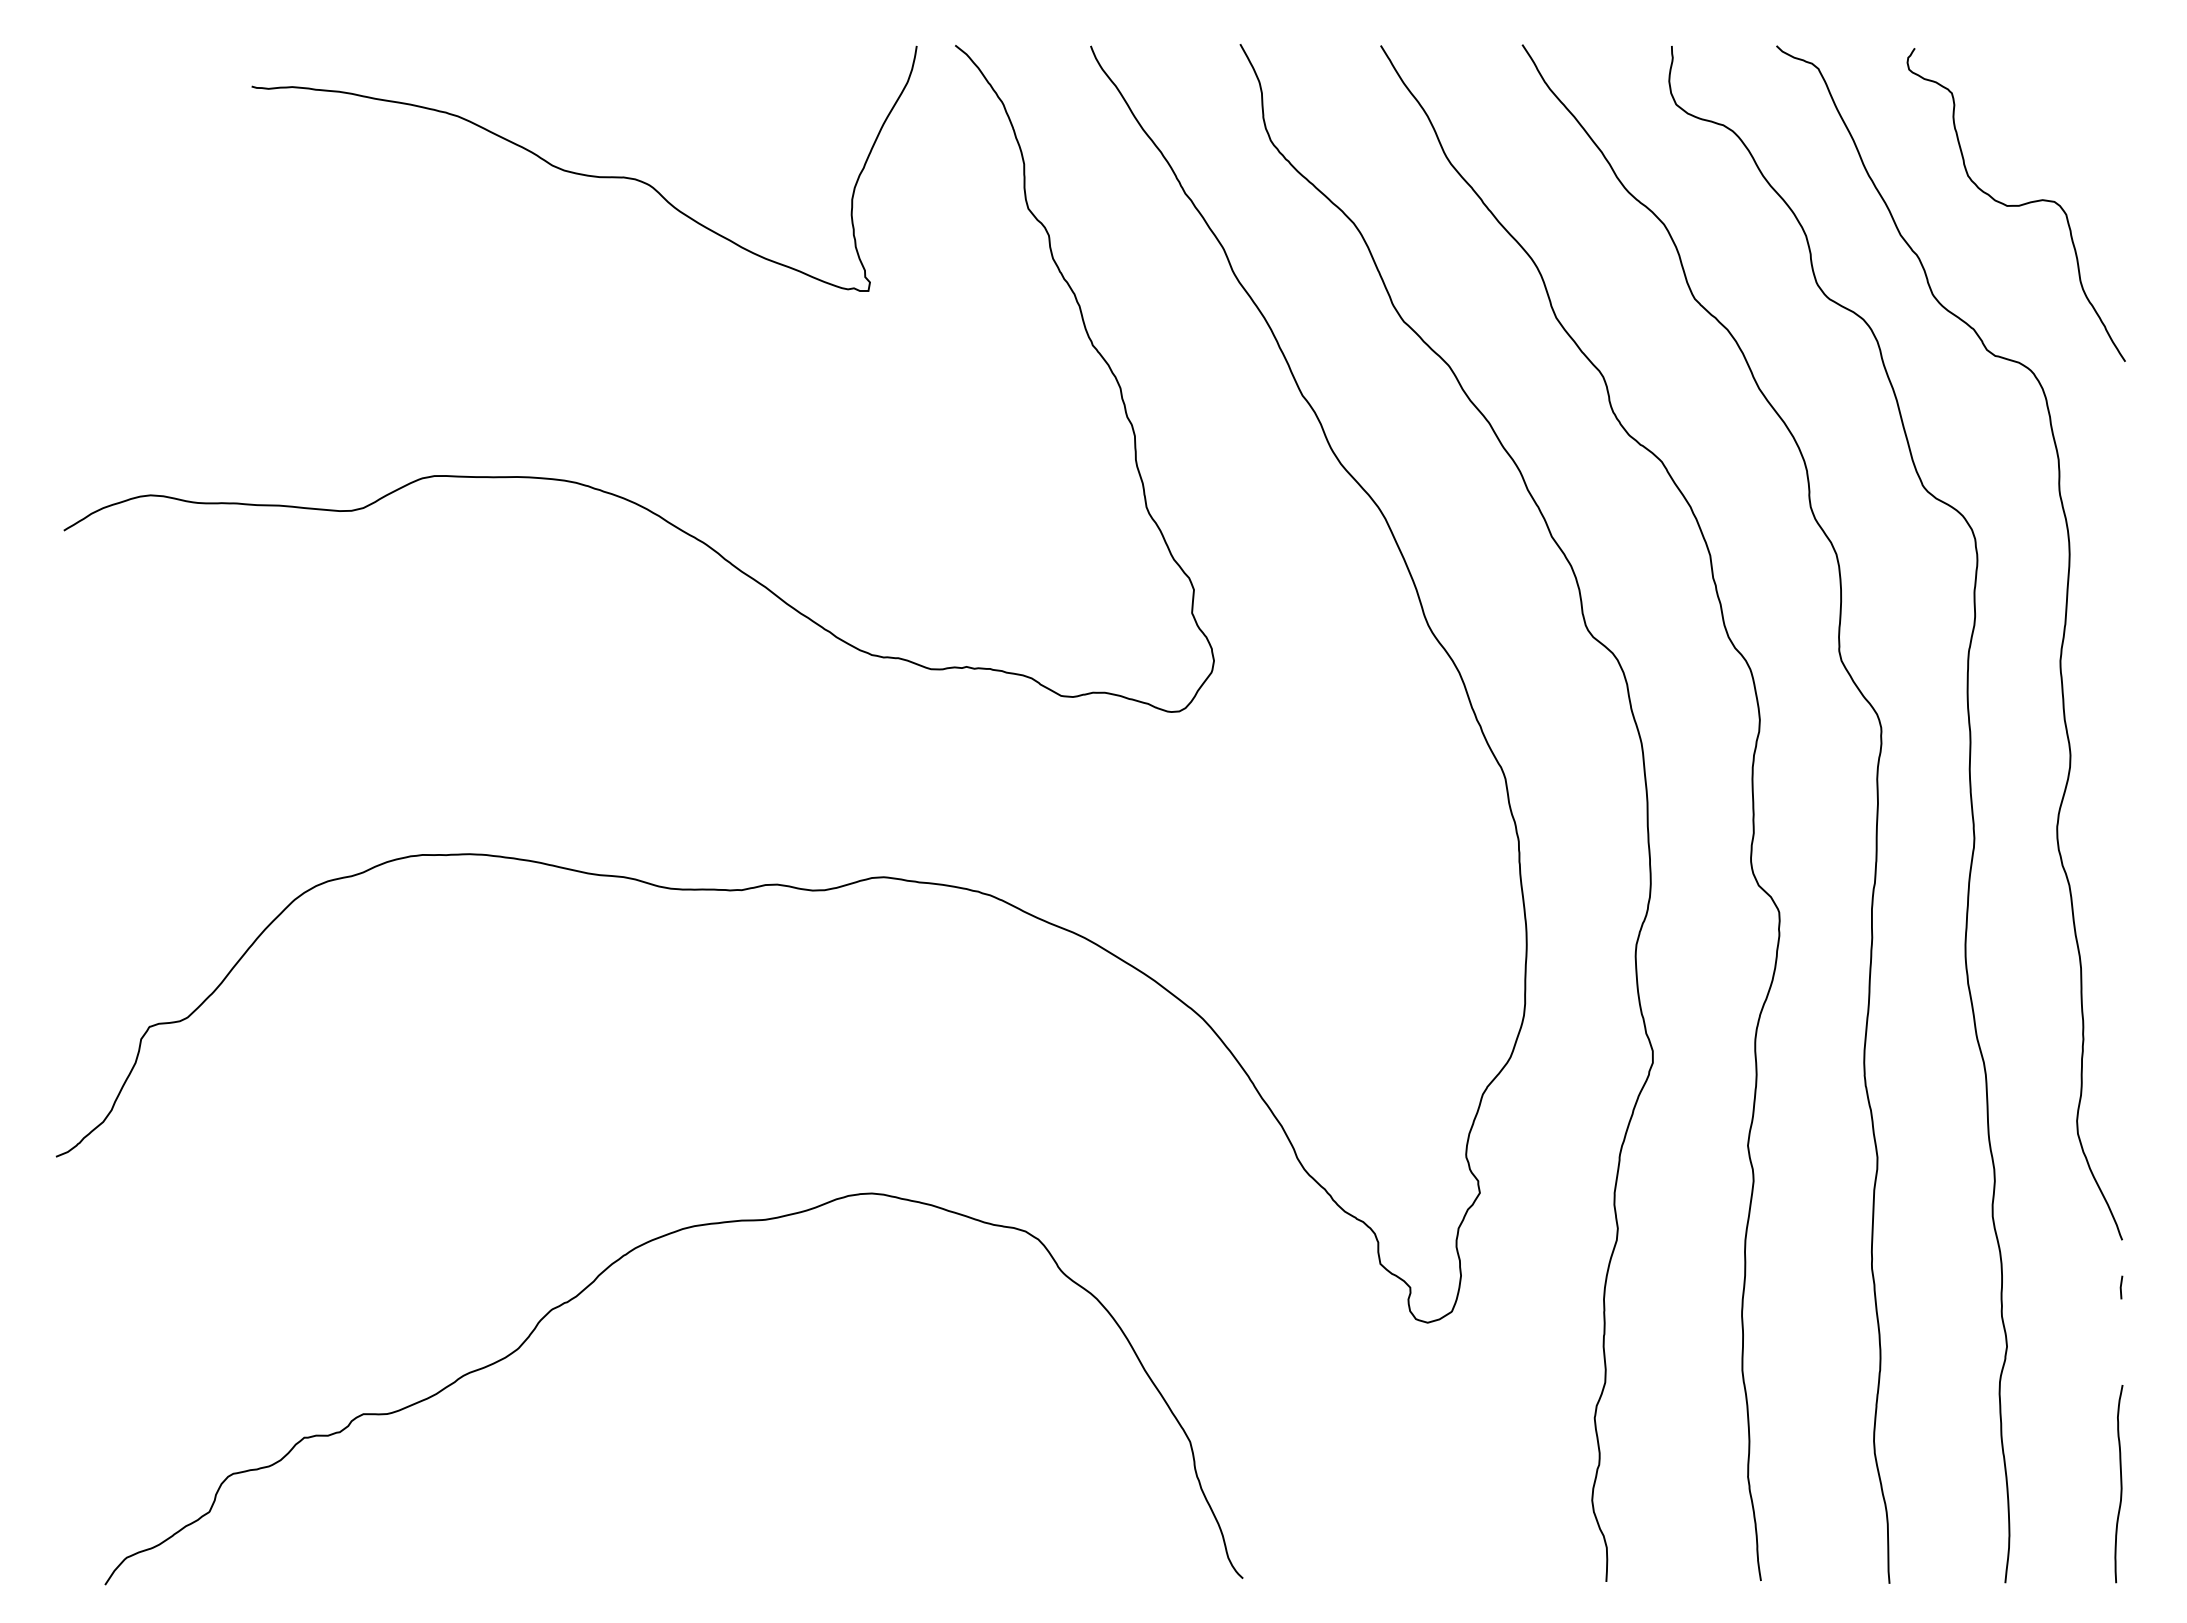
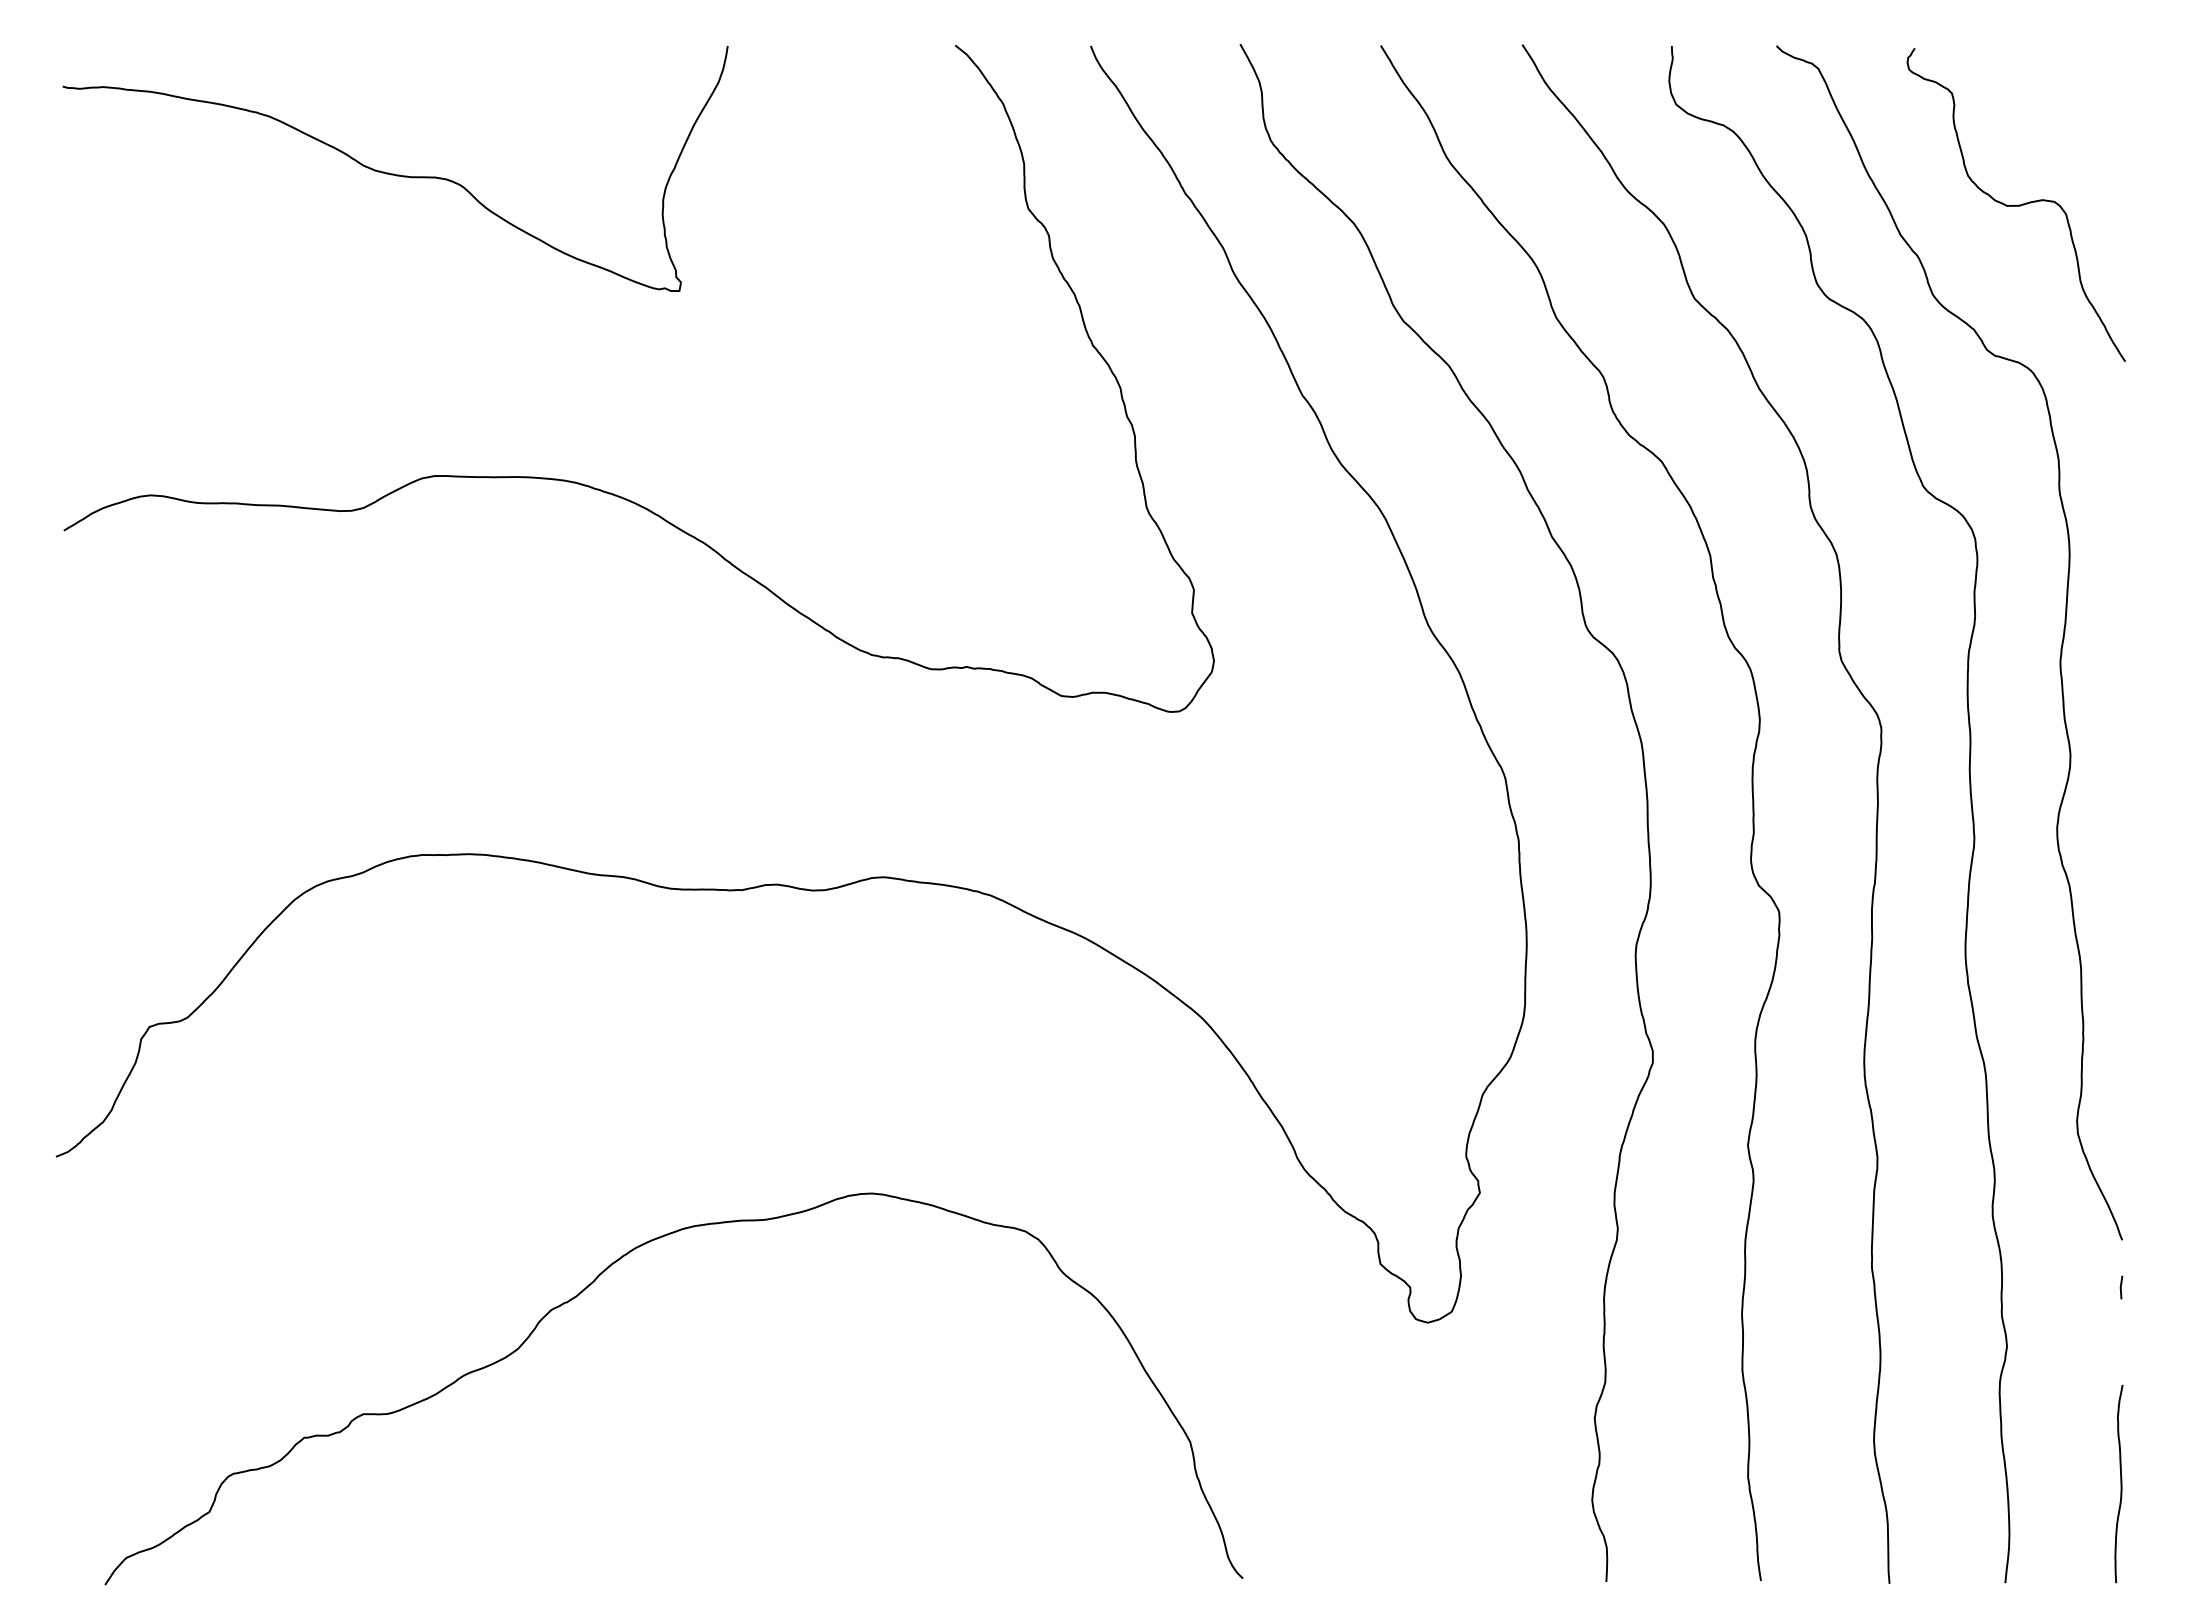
curve at (583, 173) position: (583, 173) -> (394, 173)
